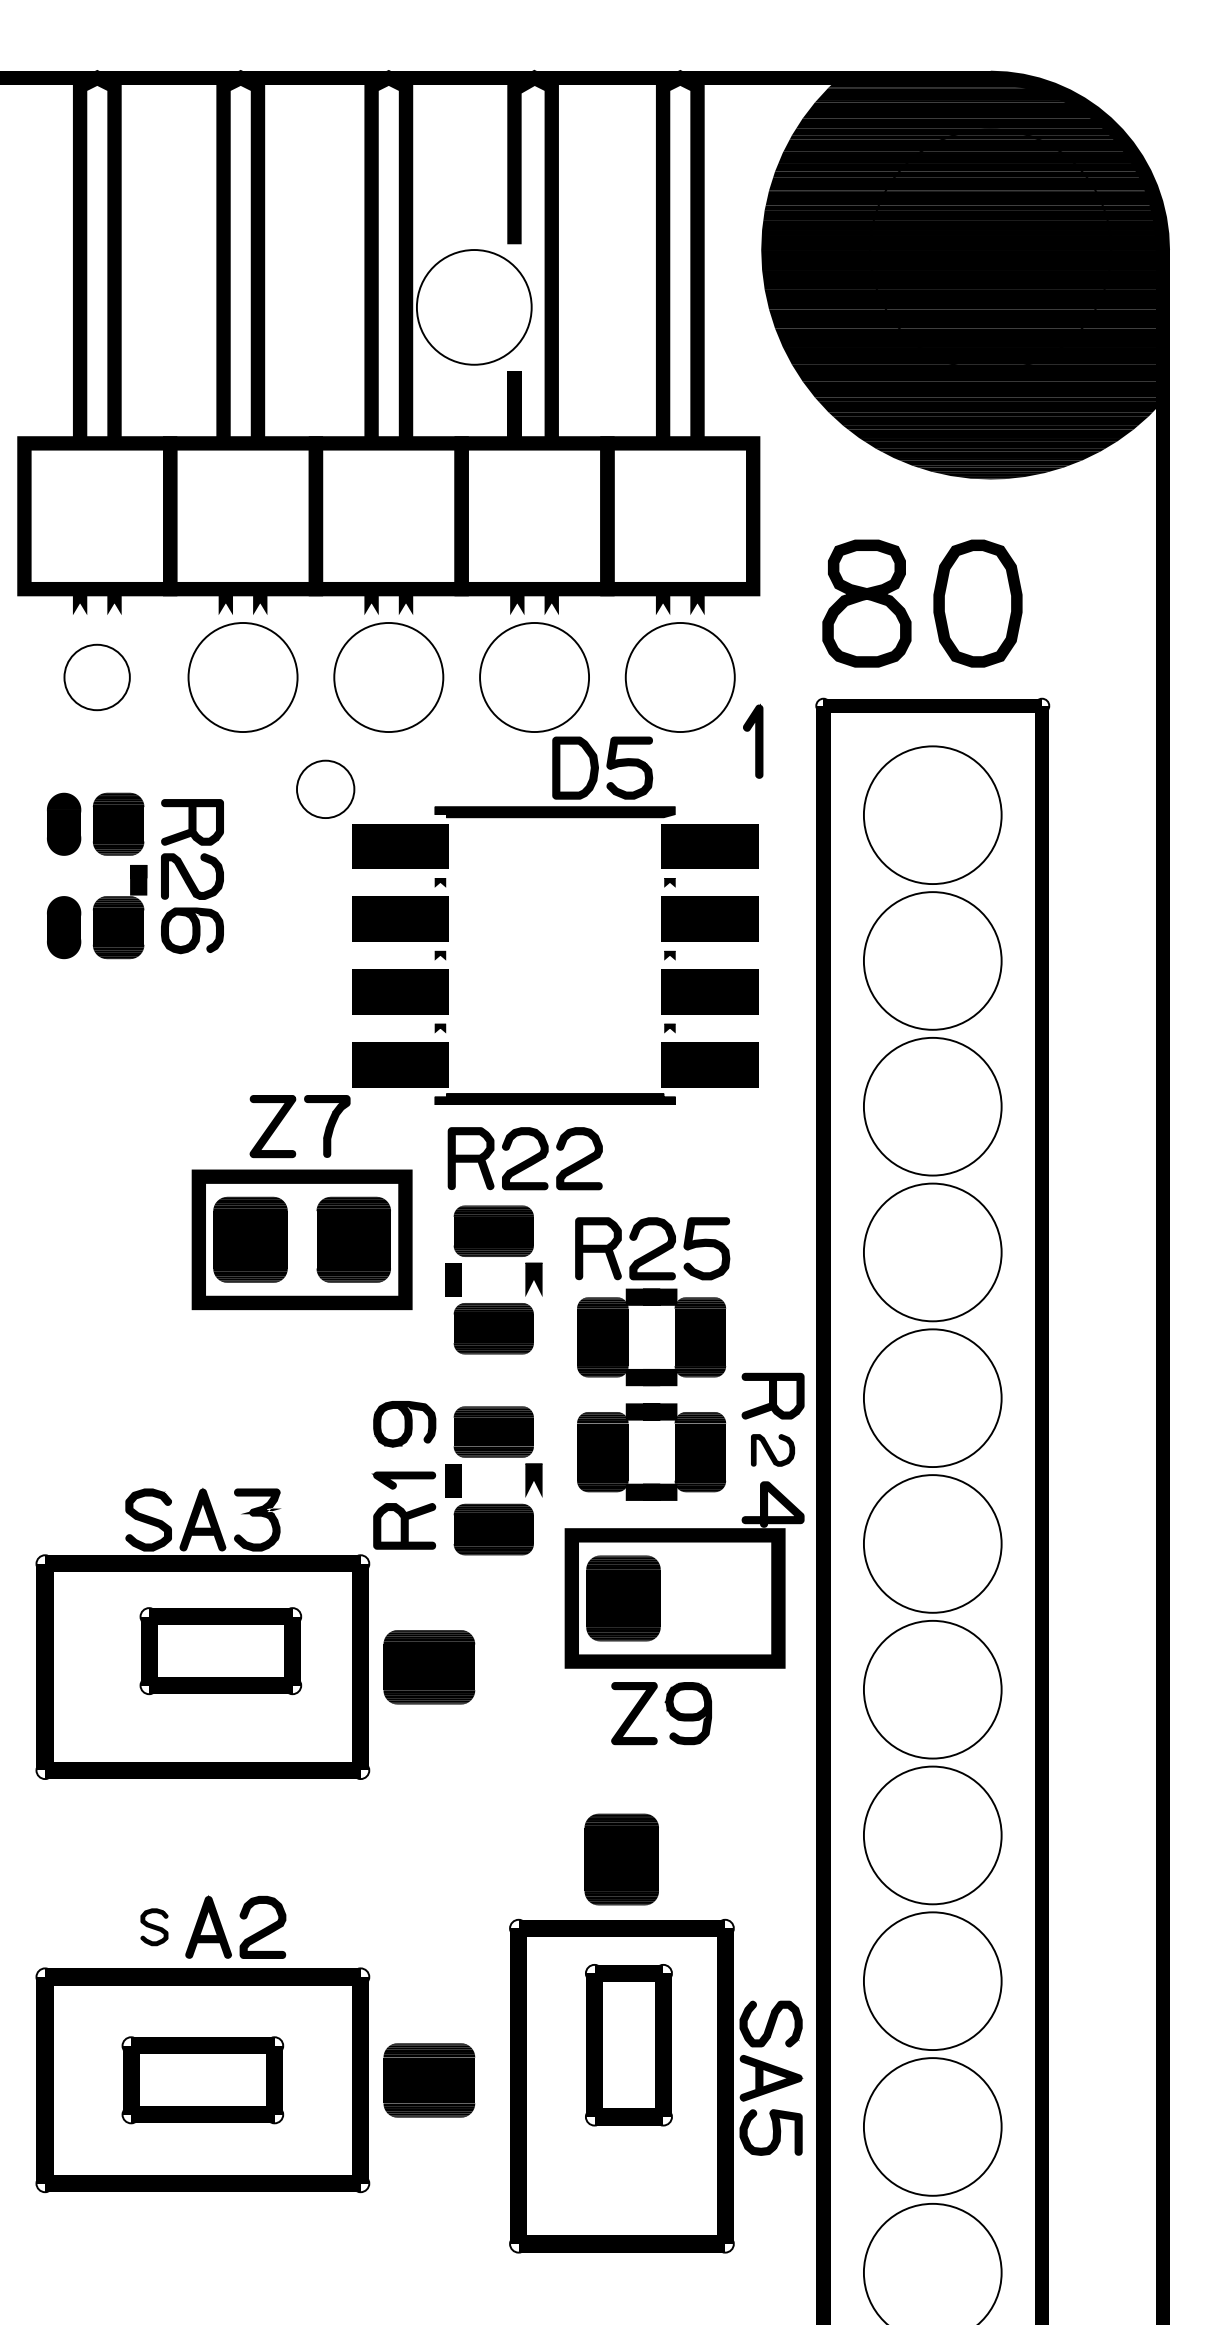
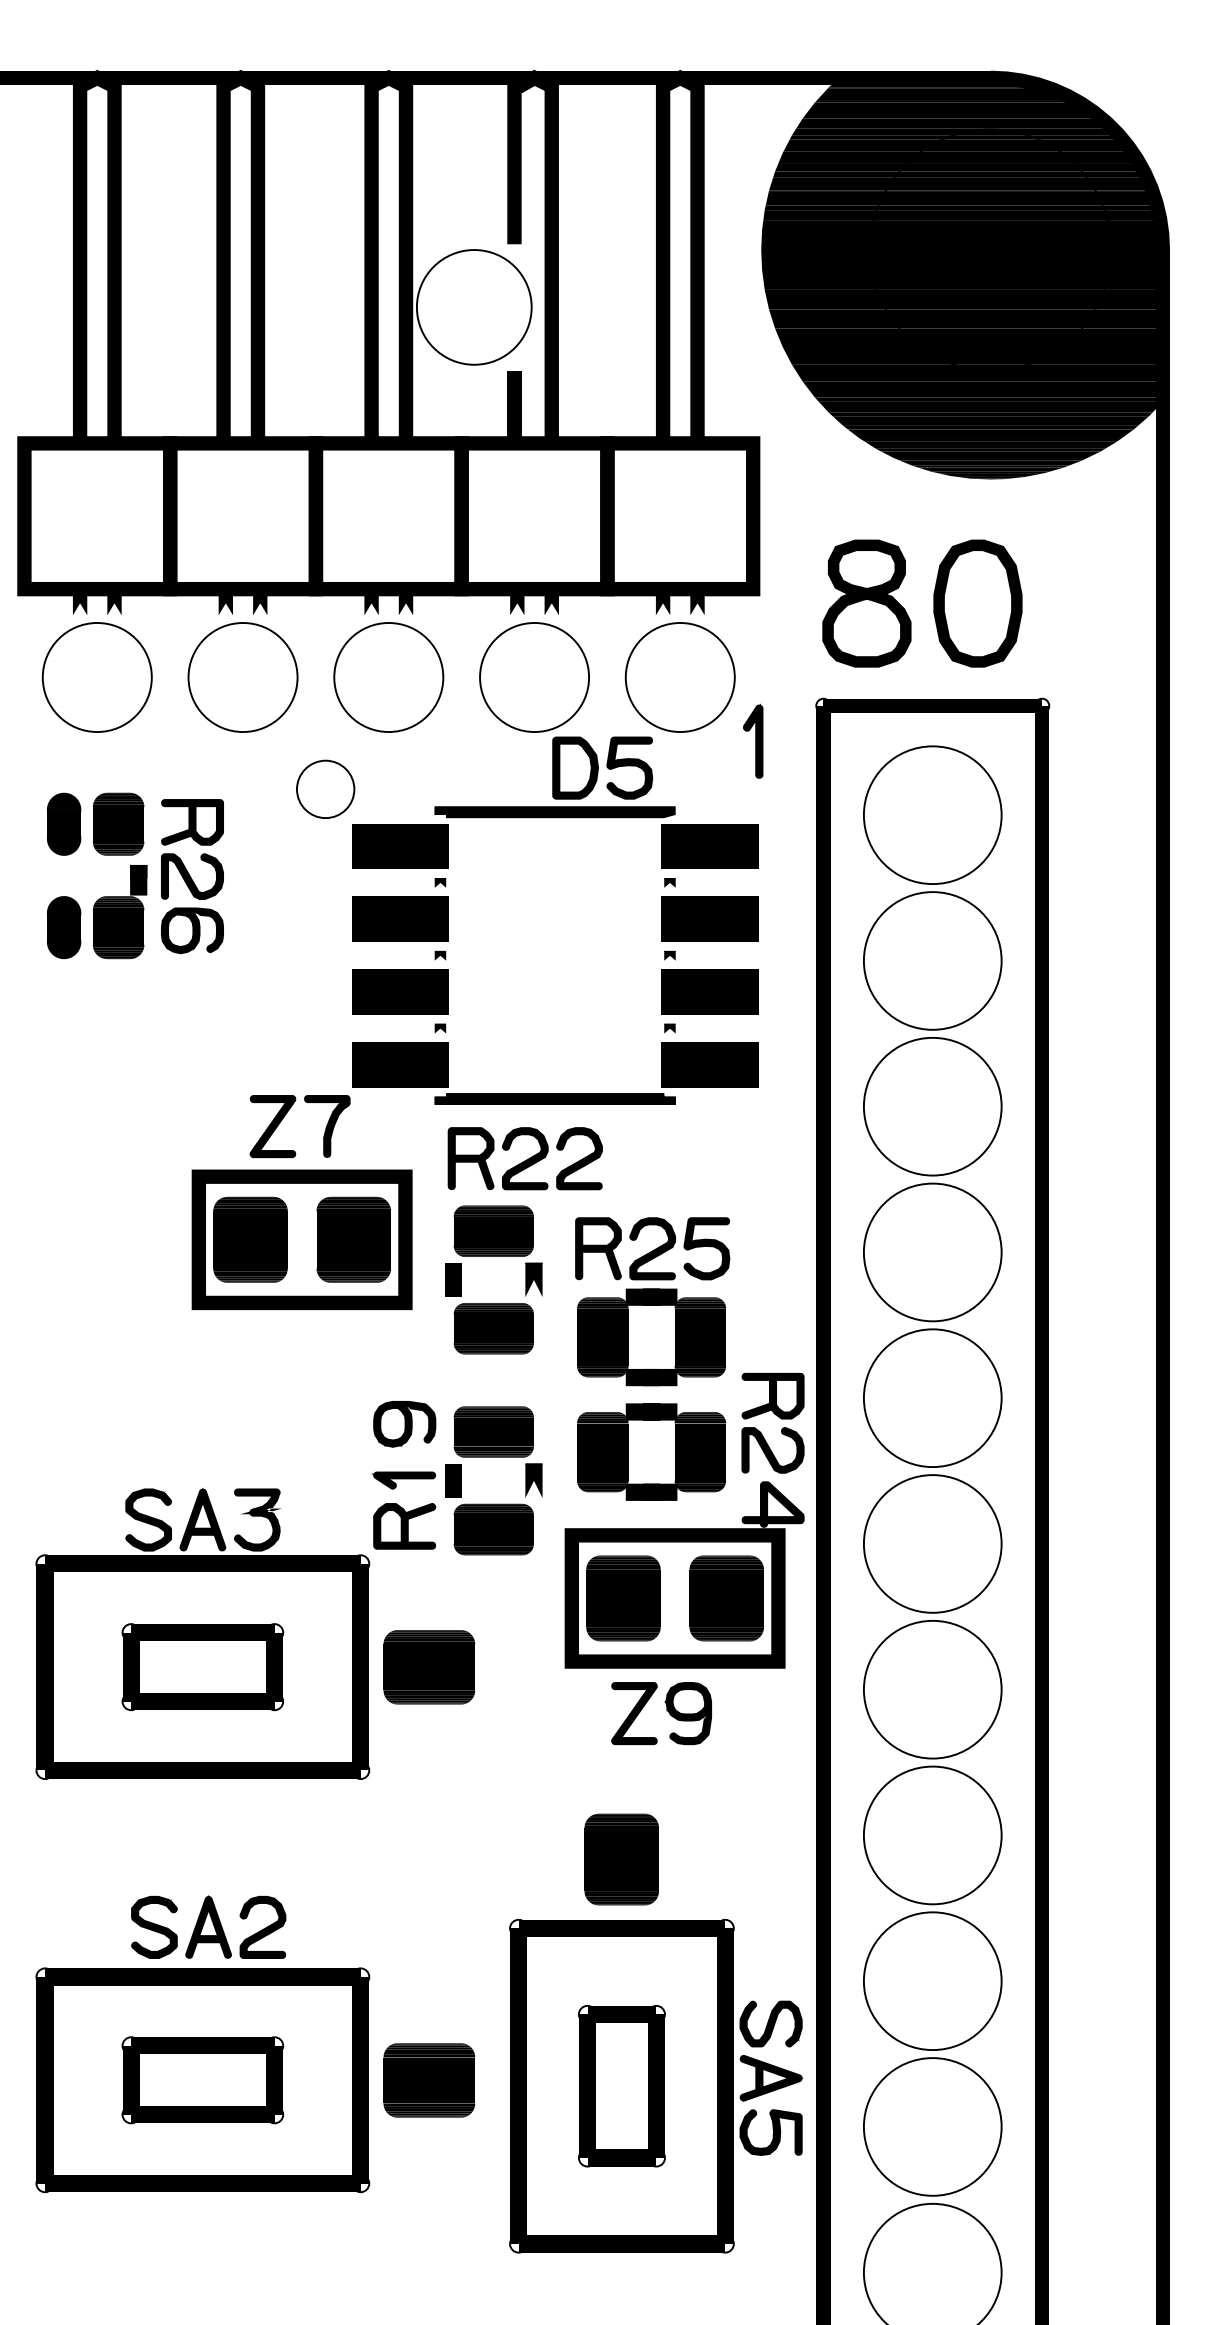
part at (96, 677) size: 68x69 px -> 112x111 px
part at (773, 1450) size: 45x33 px -> 64x47 px
part at (726, 1598): none -> present
part at (220, 1651) position: (220, 1651) -> (202, 1667)
part at (154, 1927) size: 29x39 px -> 47x64 px
part at (628, 2045) position: (628, 2045) -> (621, 2086)
